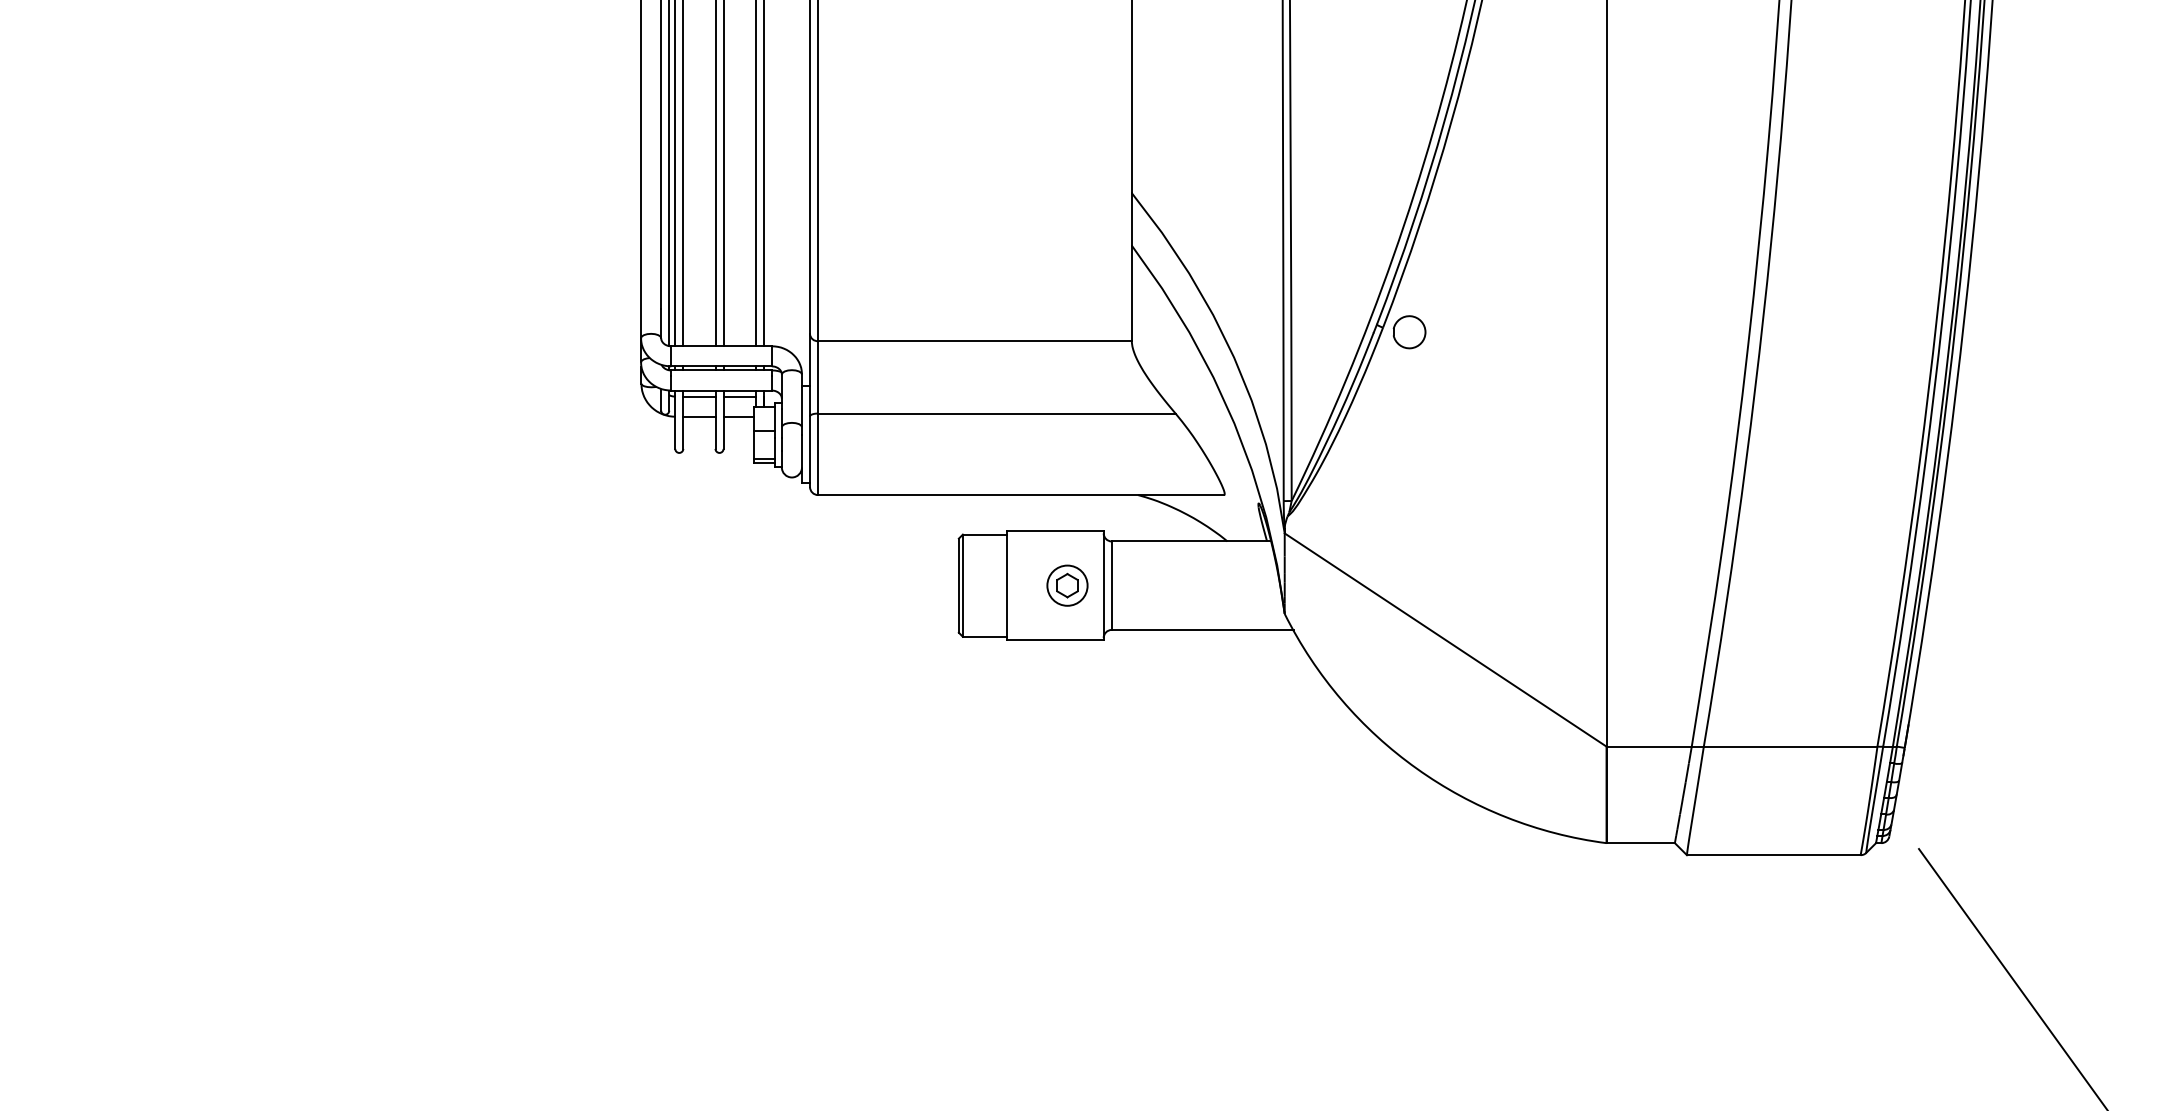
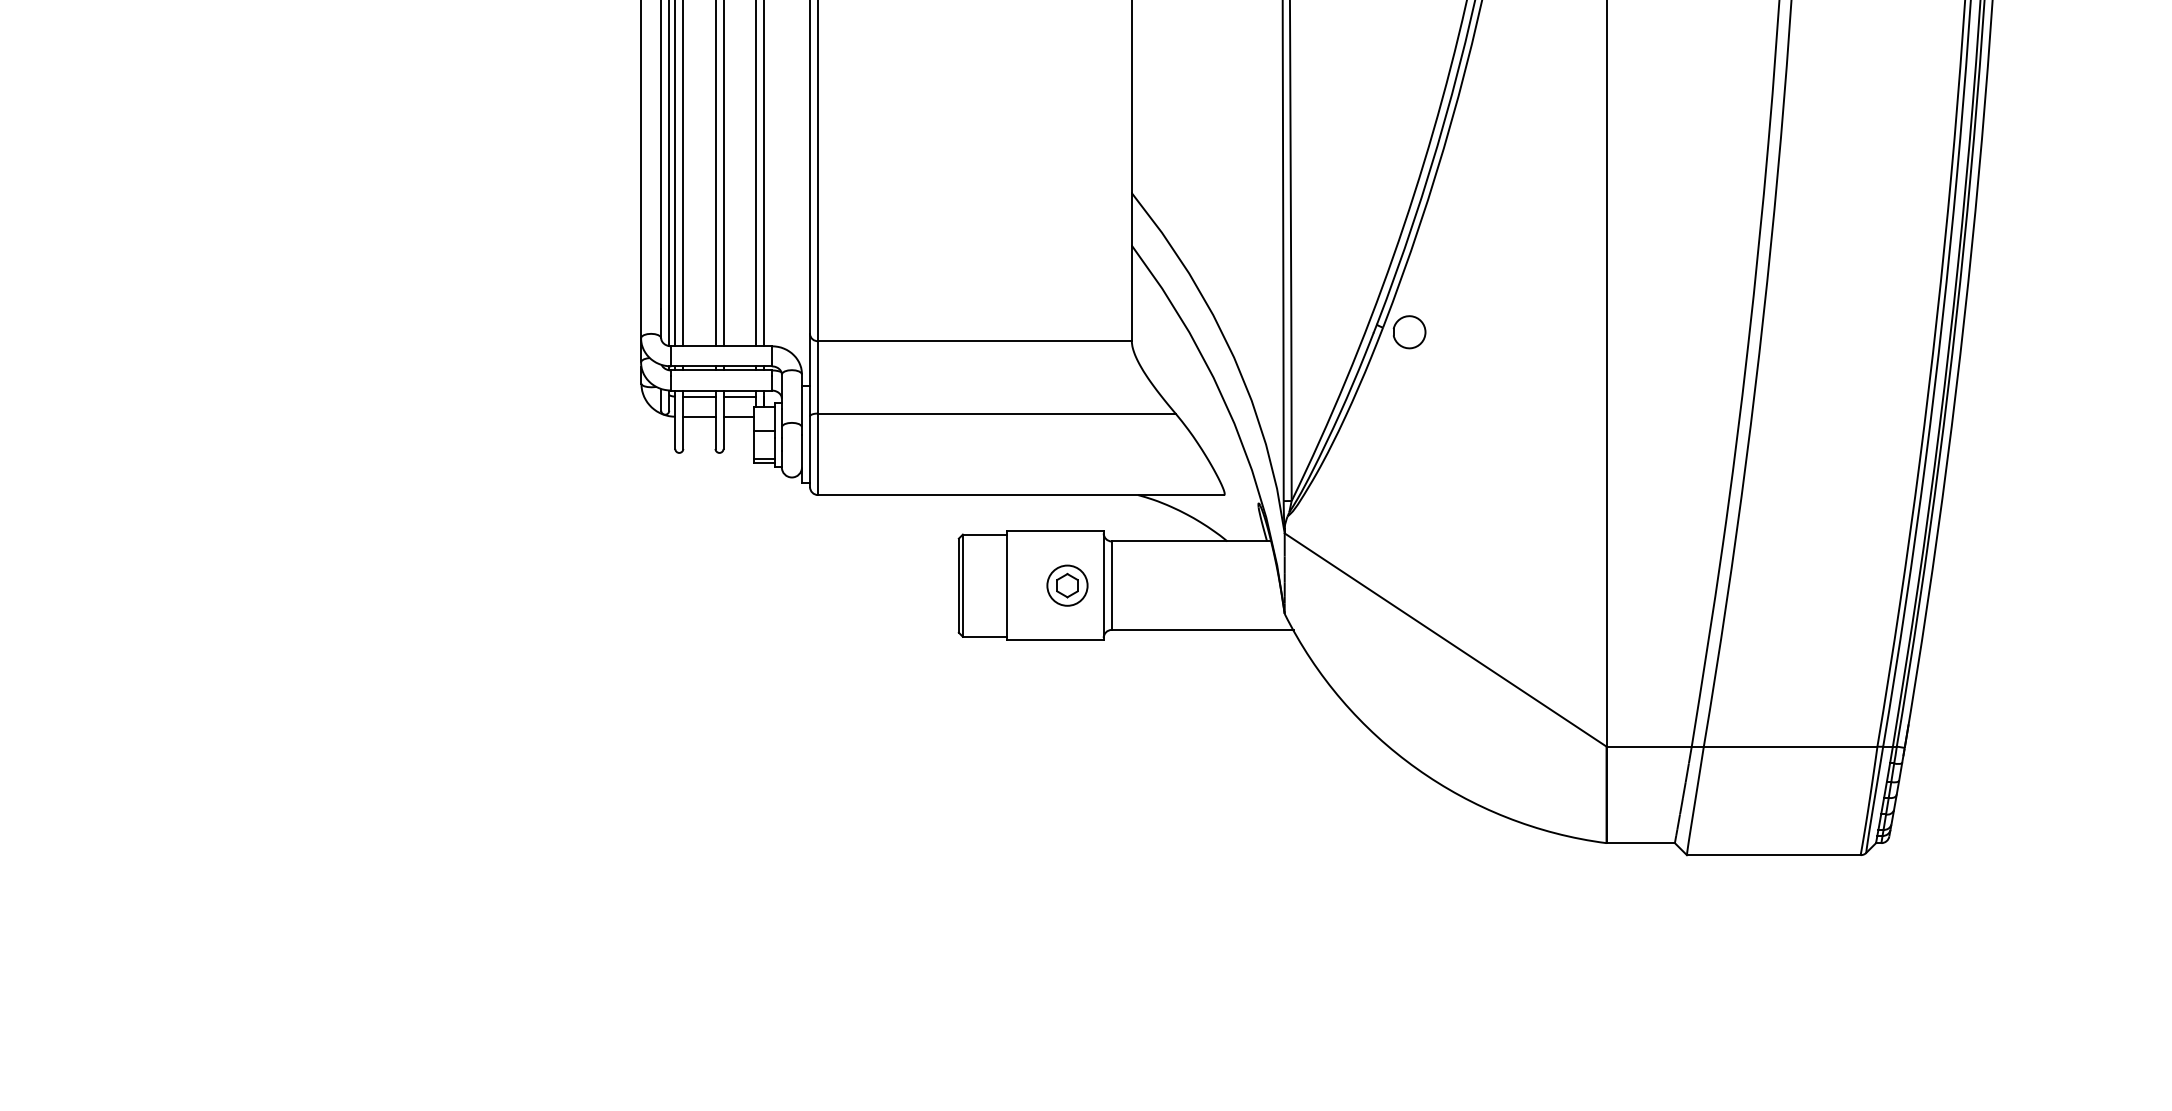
line at (2011, 978): present -> none
